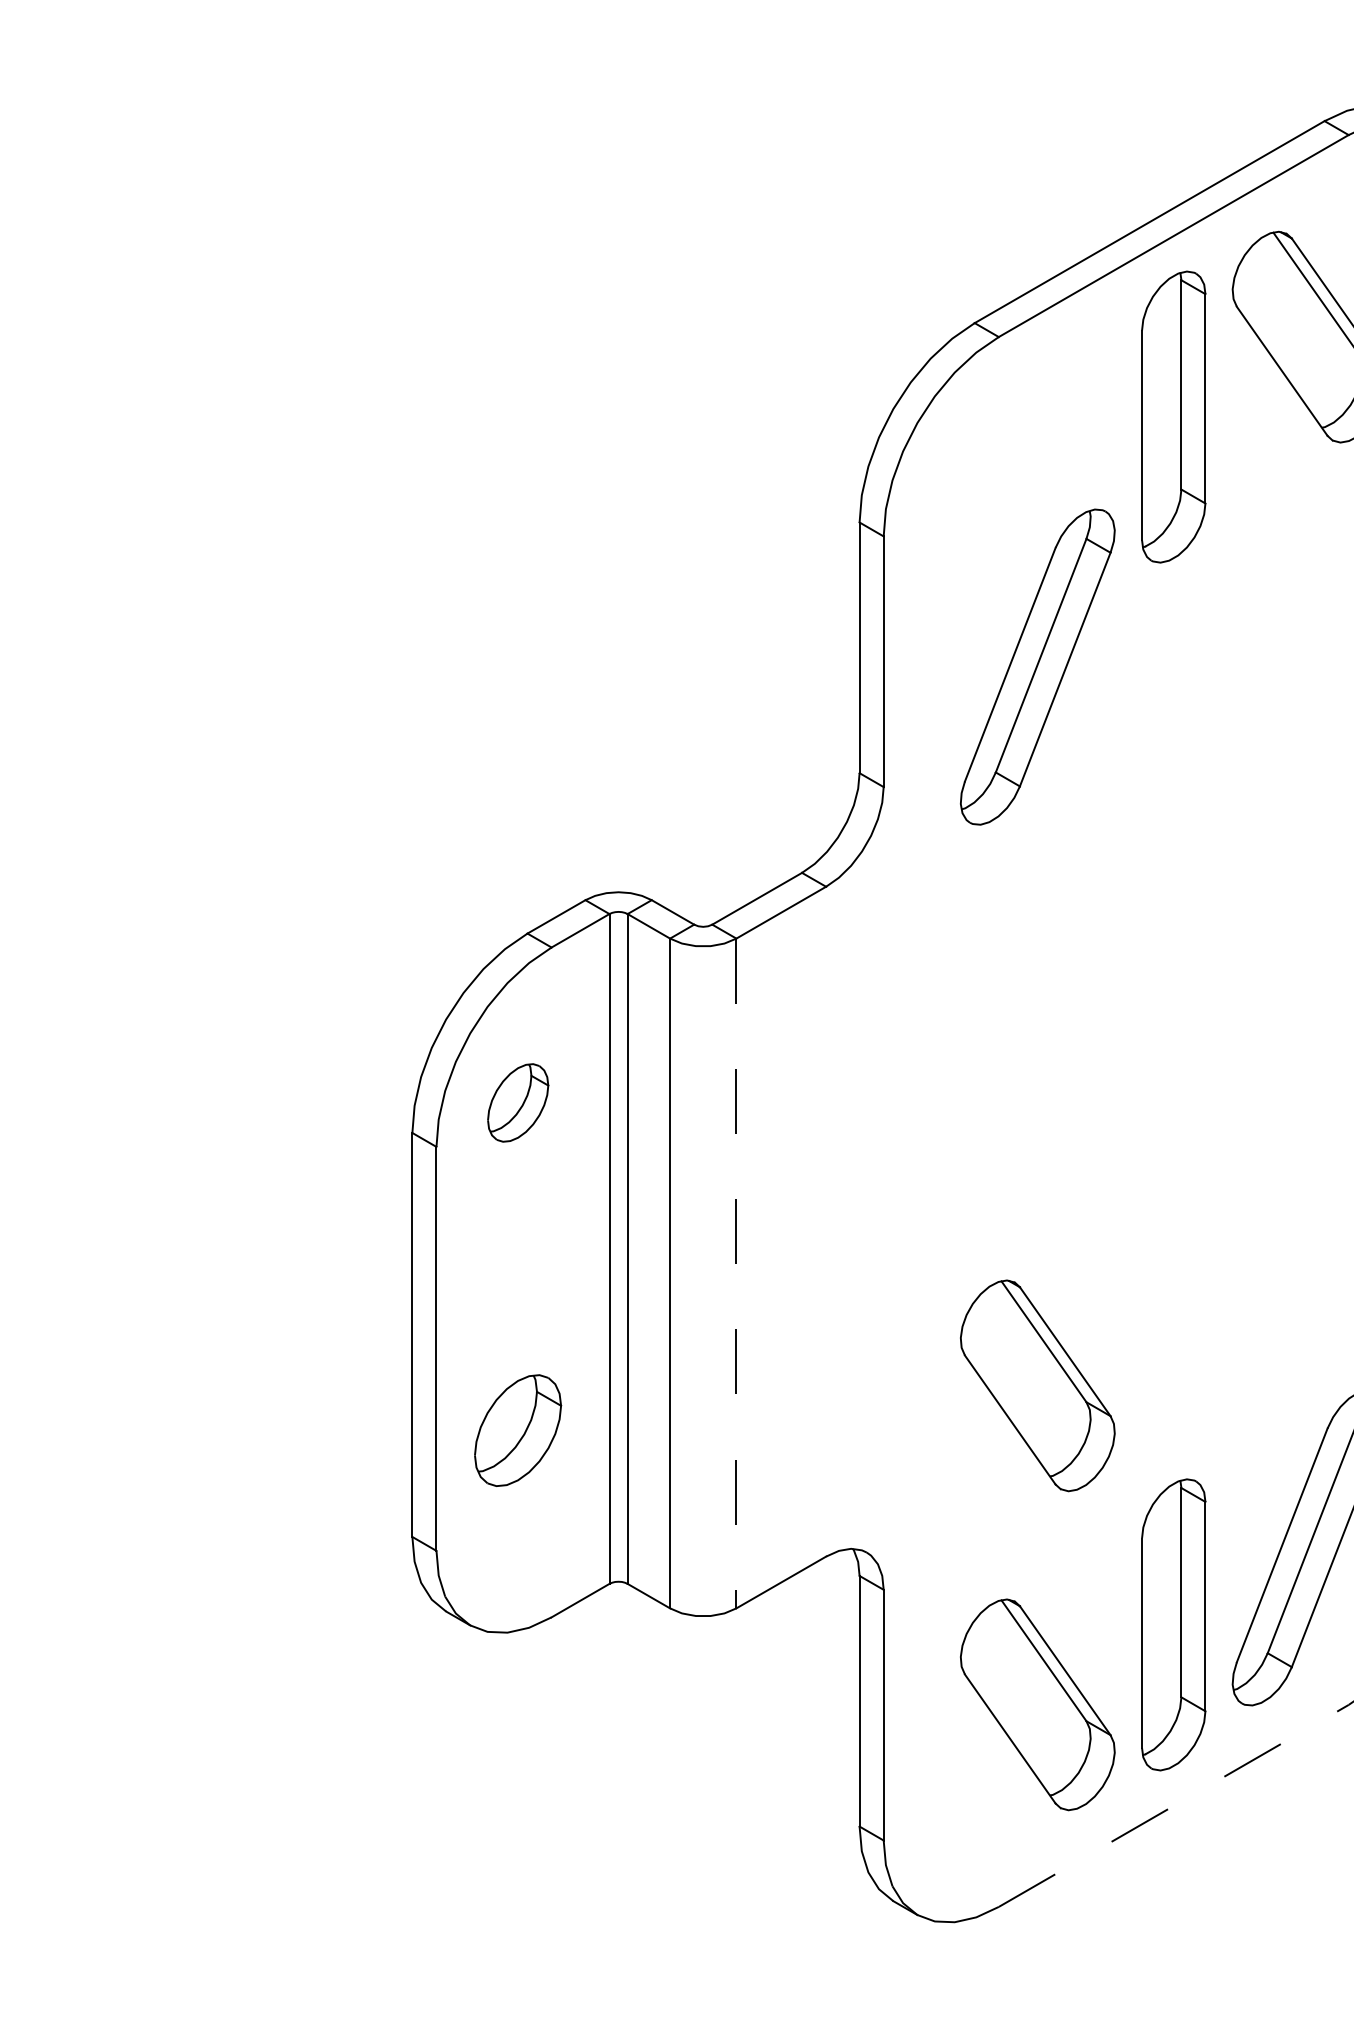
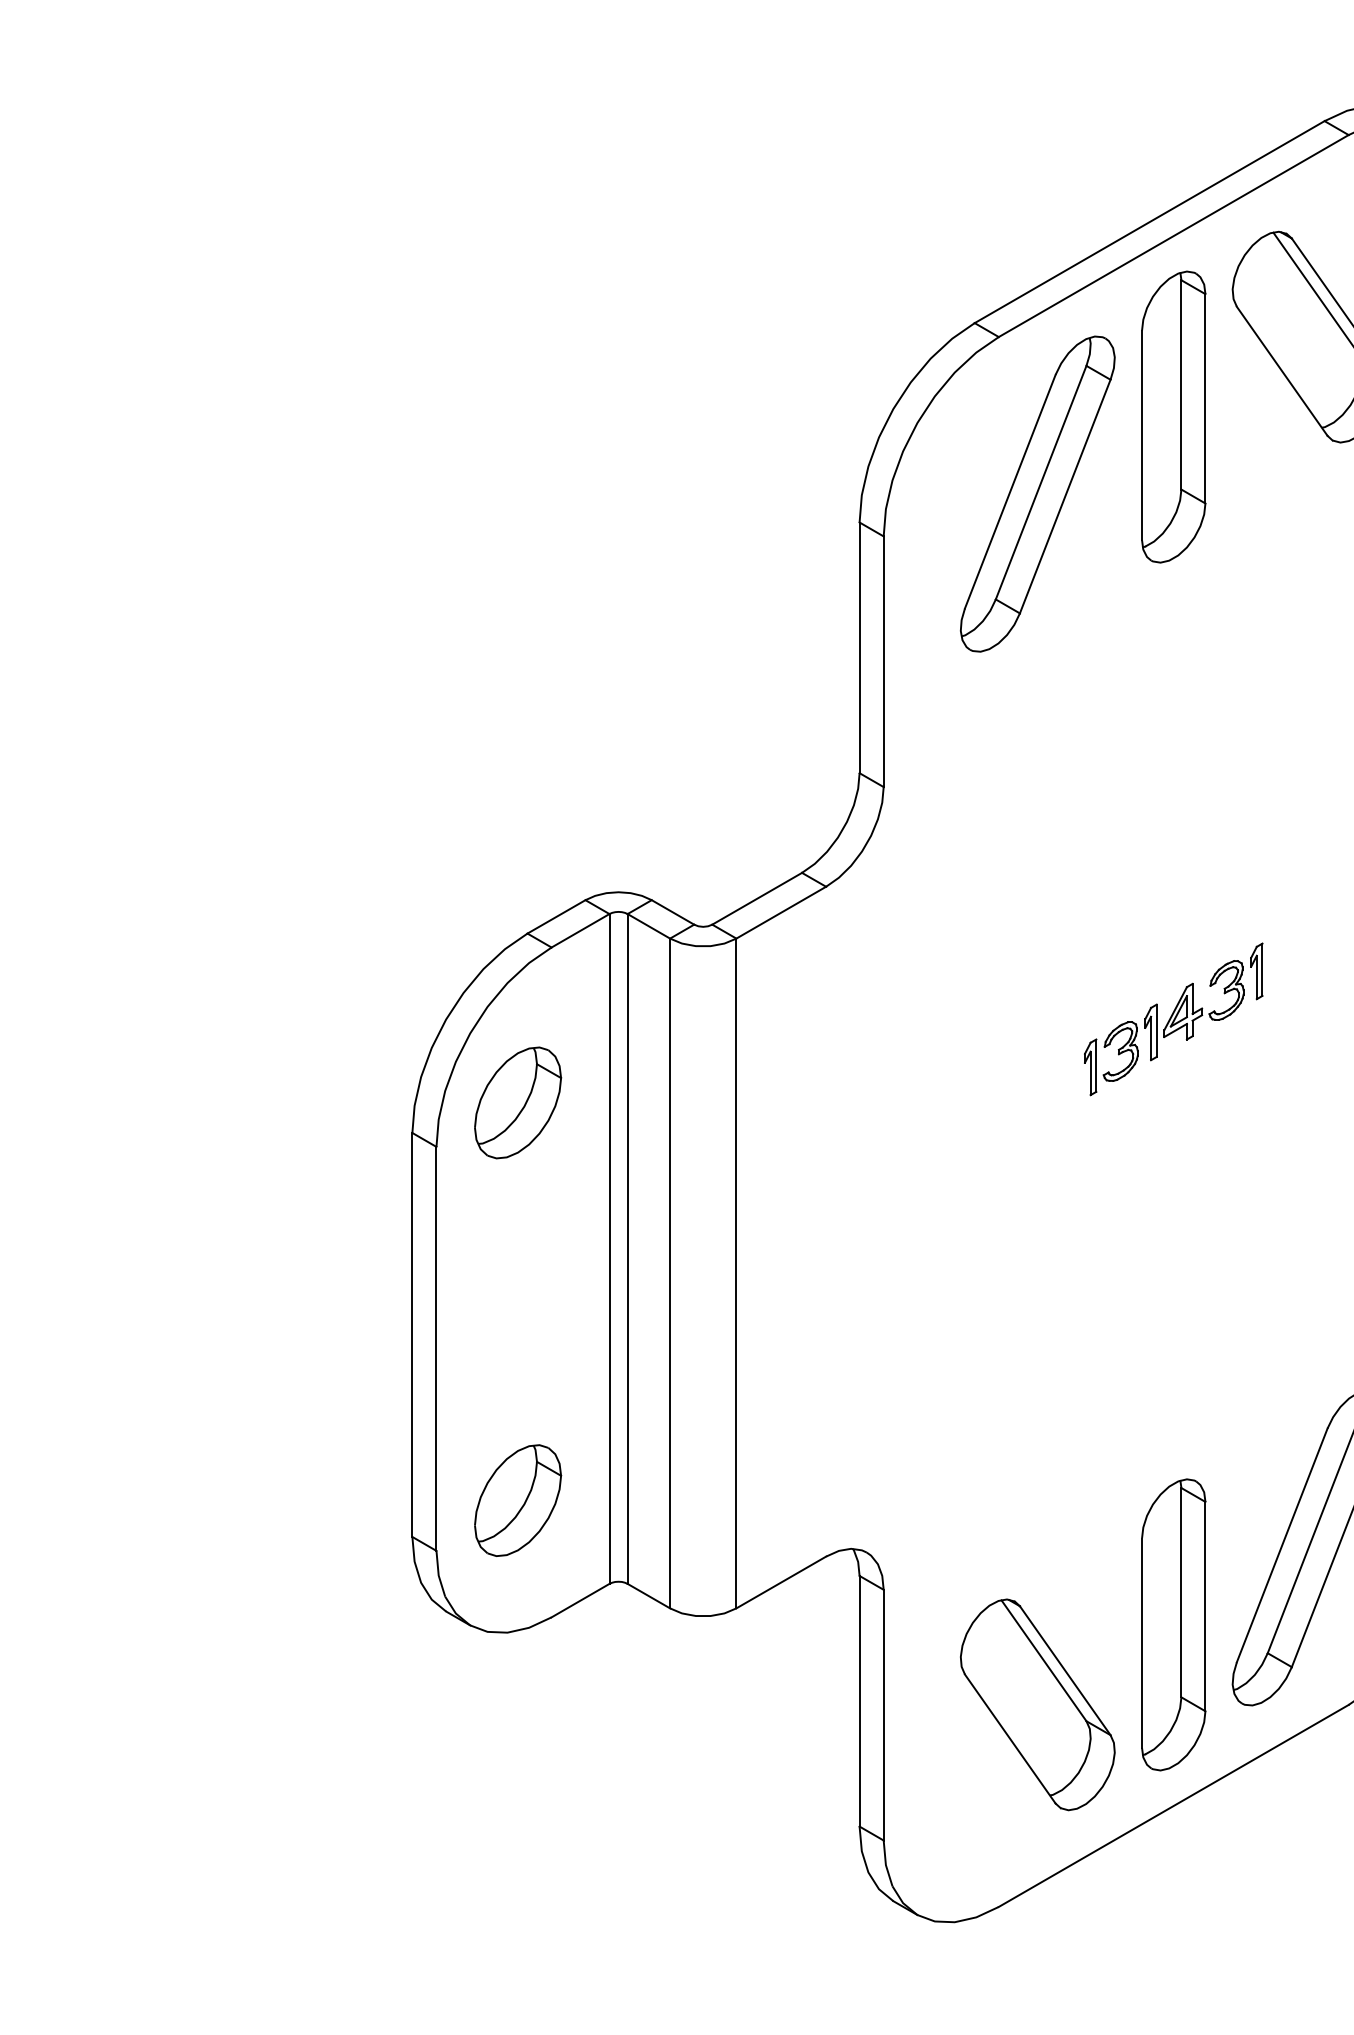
part at (1037, 666) position: (1037, 666) -> (1037, 493)
part at (1173, 1019): none -> present
part at (518, 1102) size: 63x80 px -> 89x114 px
line at (736, 1273): dashed -> solid
part at (1037, 1385): present -> none
part at (518, 1430) position: (518, 1430) -> (518, 1500)
line at (1173, 1805): dashed -> solid
